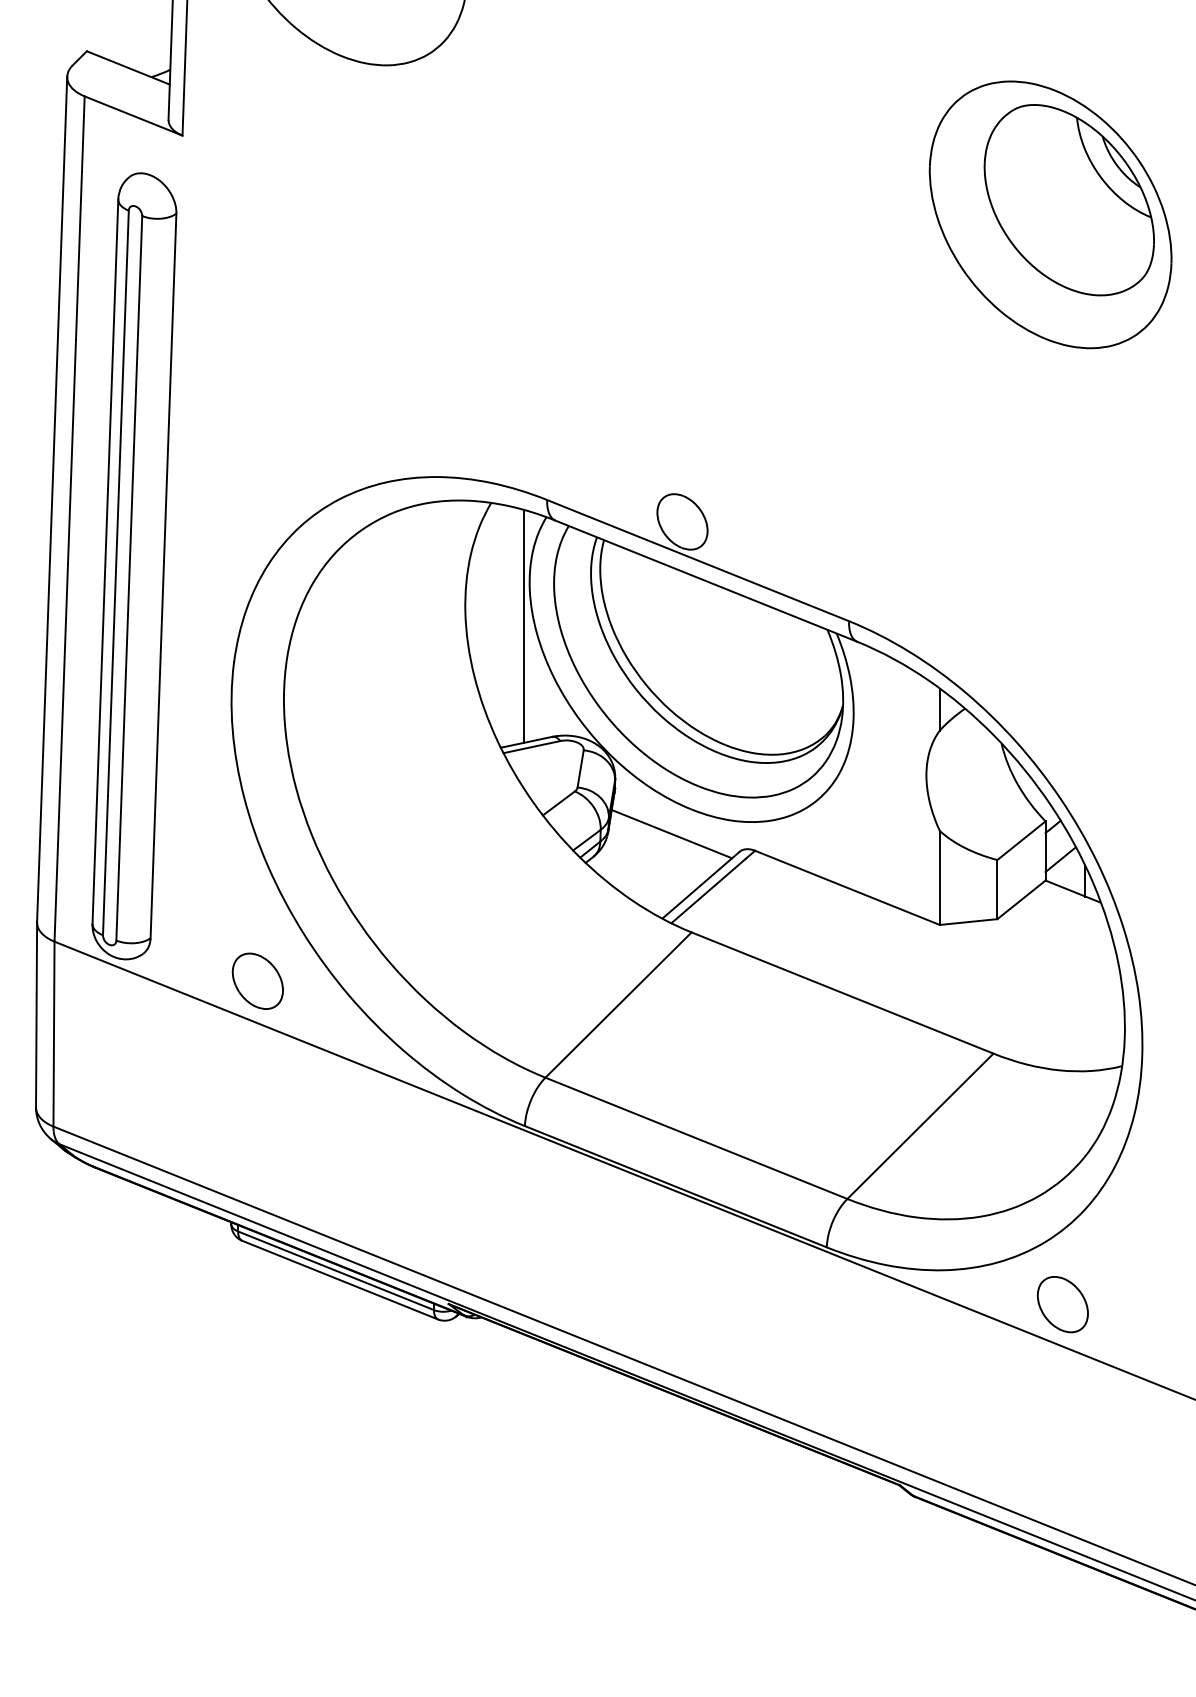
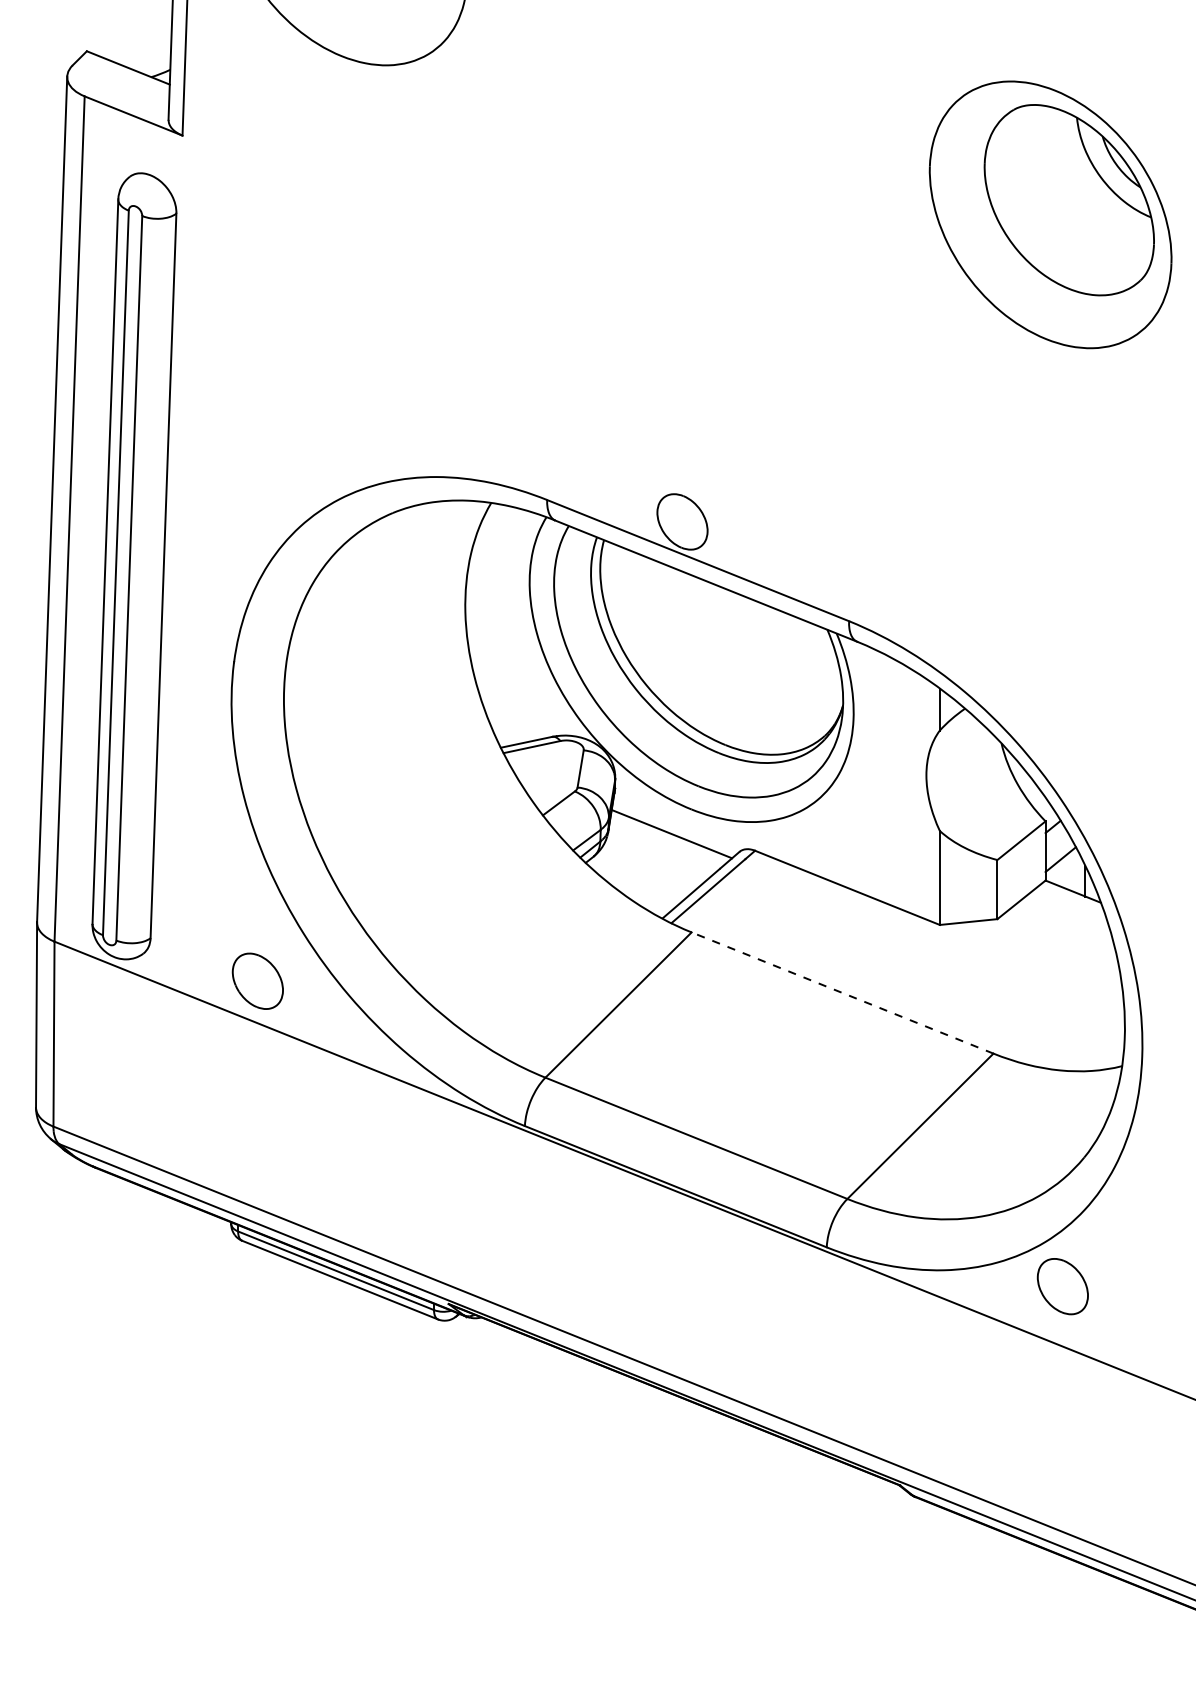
line at (523, 625): present -> none
line at (842, 993): solid -> dashed
part at (1062, 1304) position: (1062, 1304) -> (1062, 1286)
